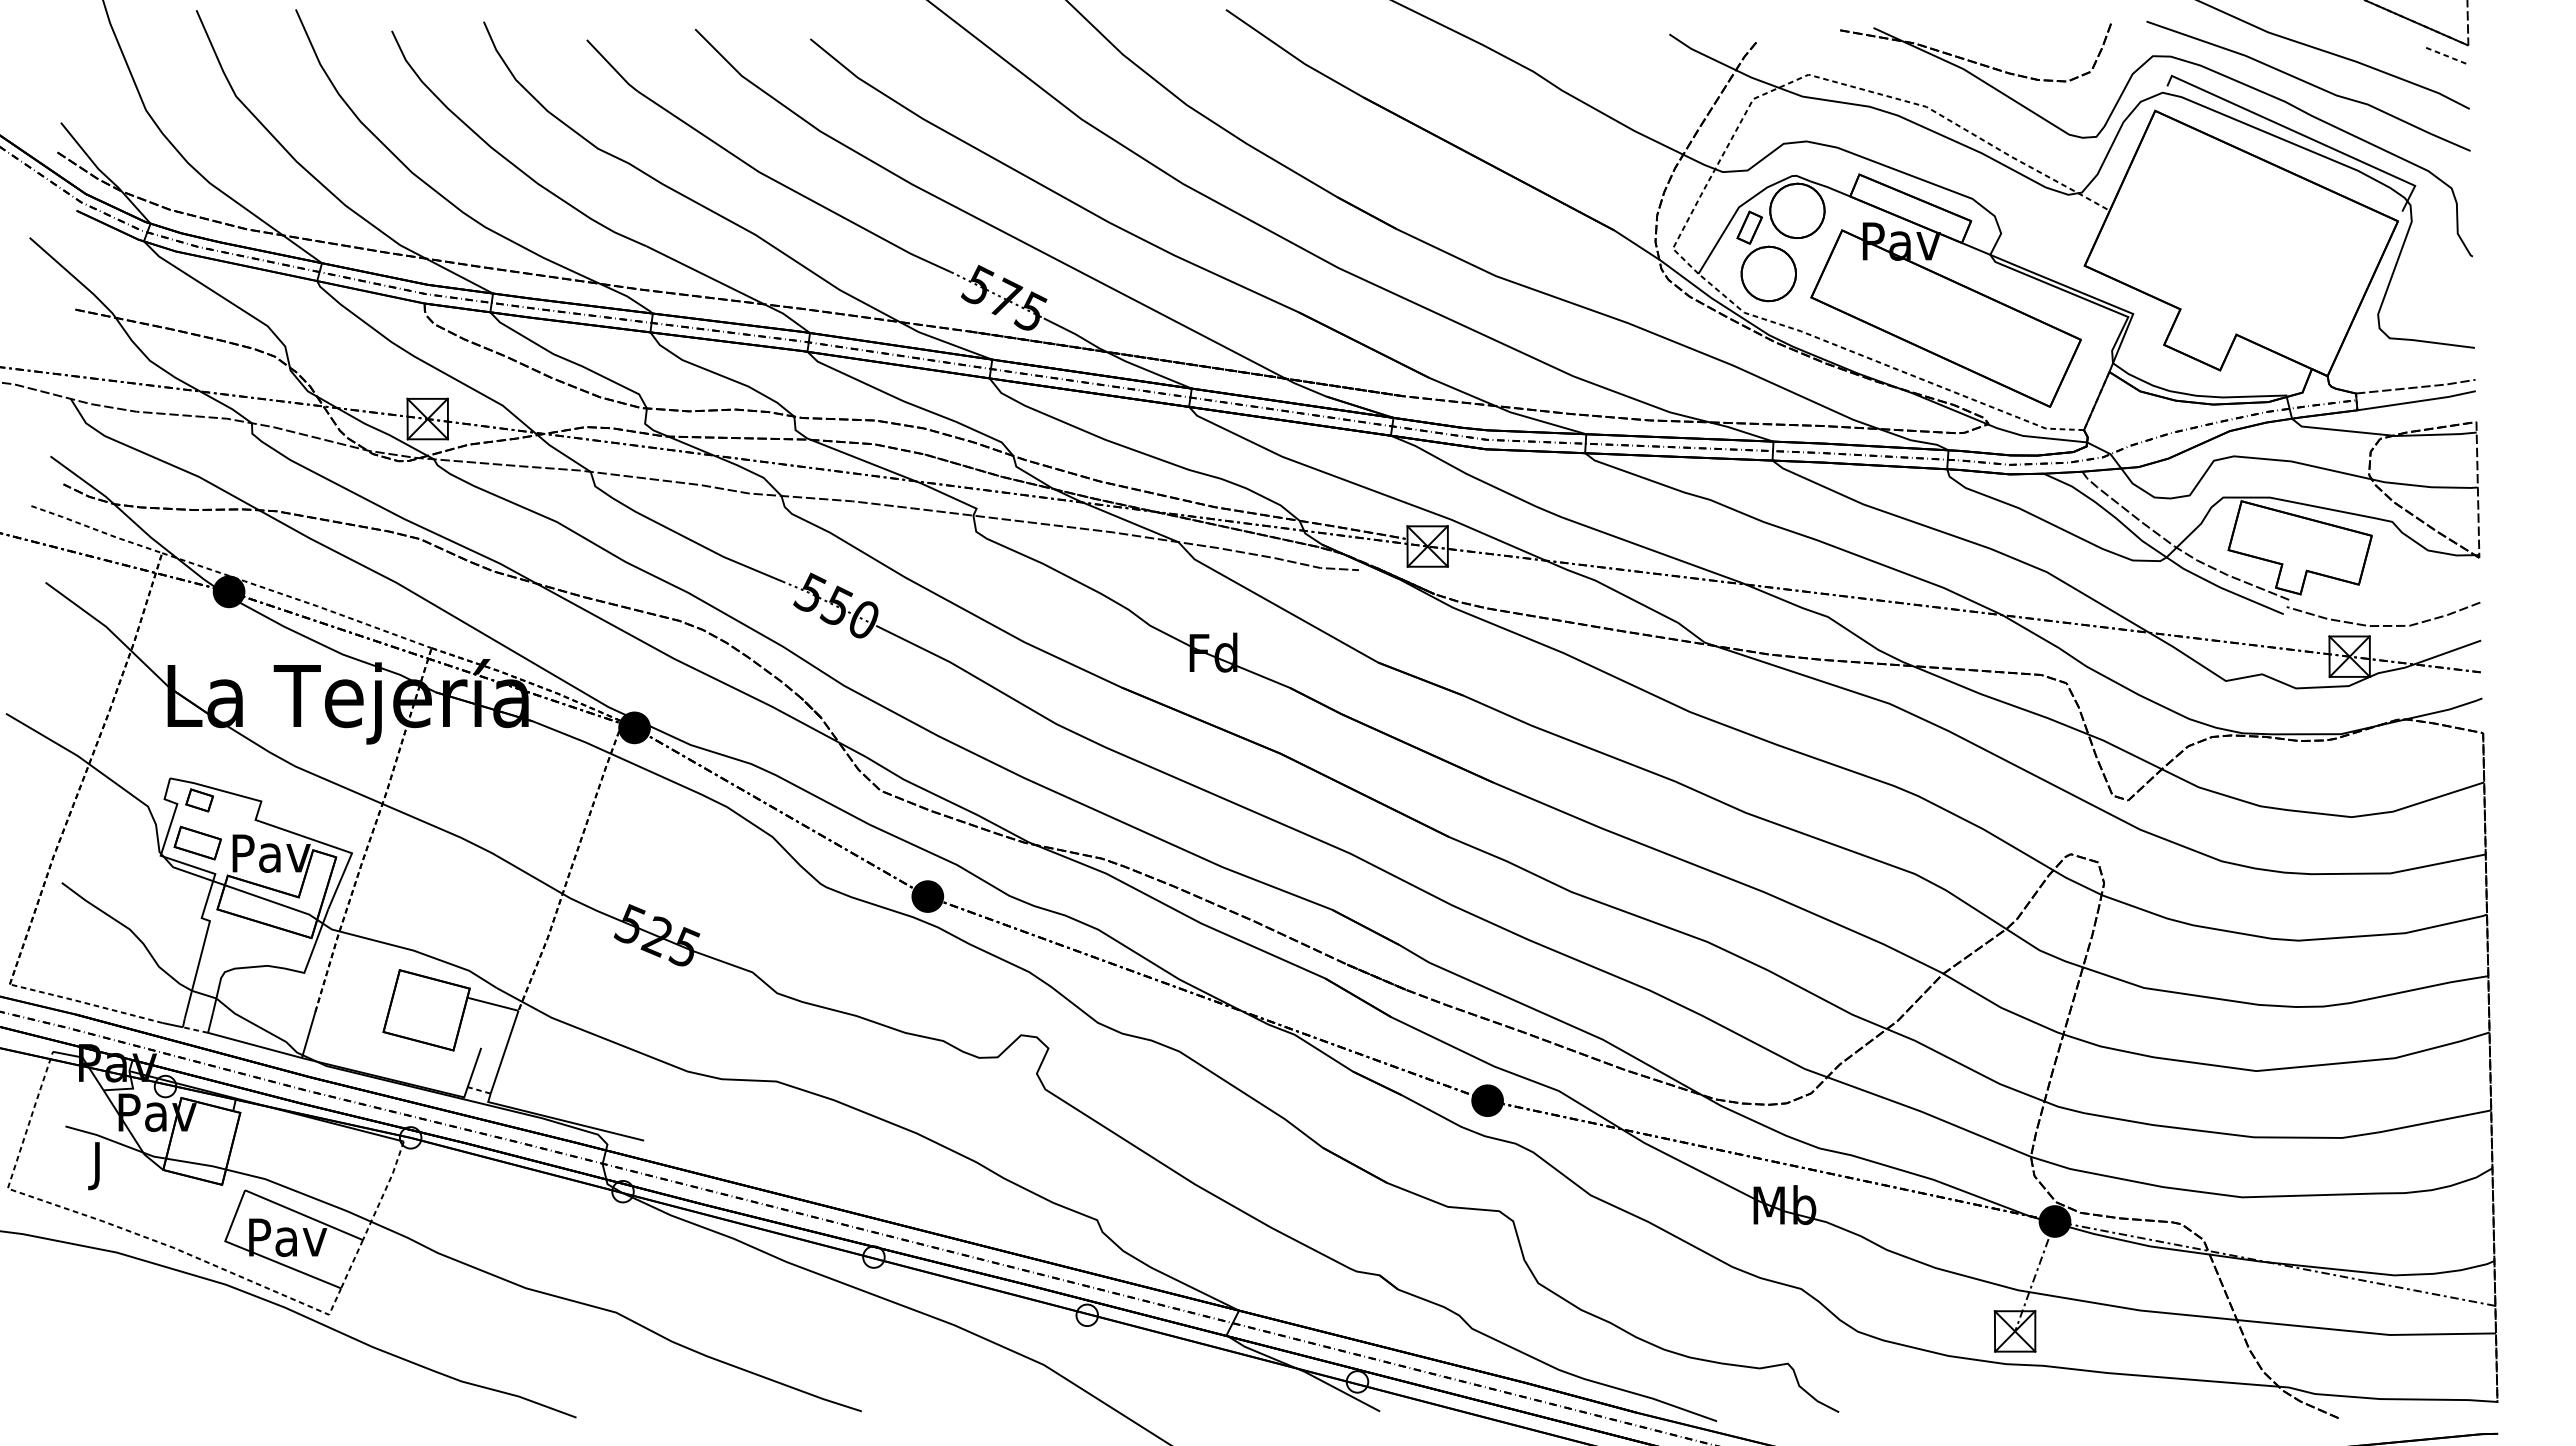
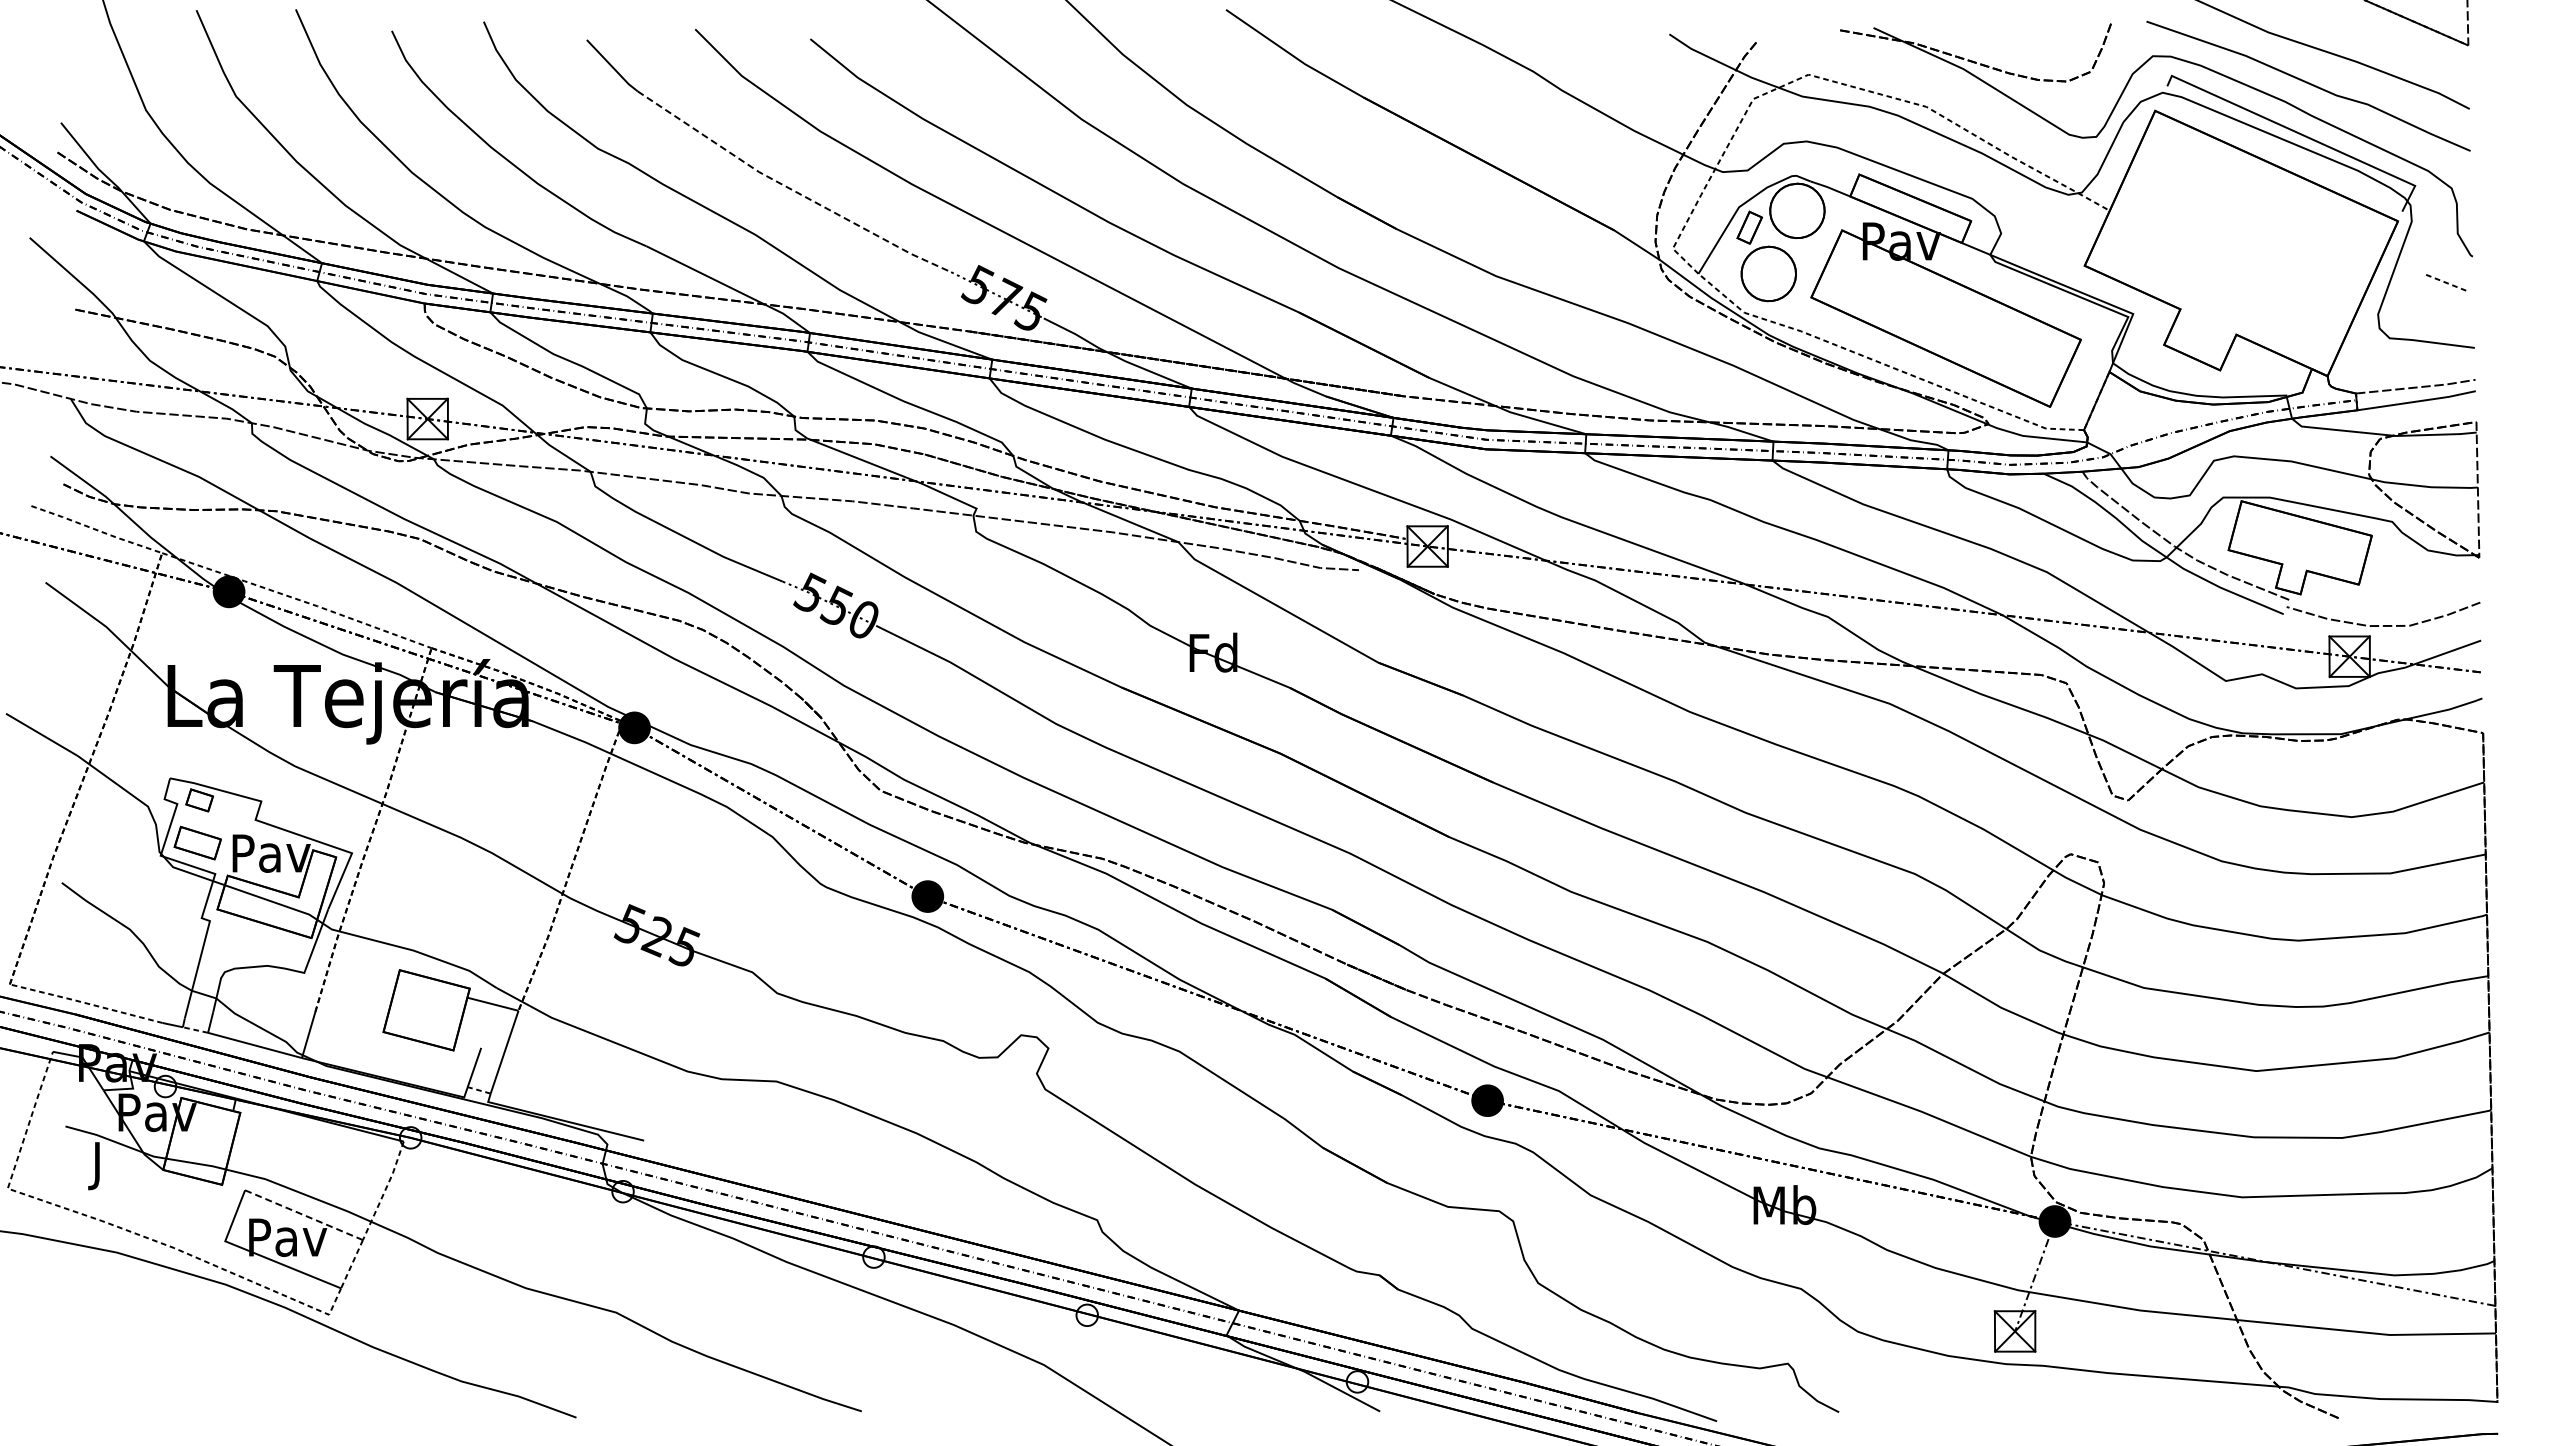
line at (2446, 55) position: (2446, 55) -> (2446, 282)
line at (790, 189): solid -> dashed
line at (304, 1215): solid -> dashed
